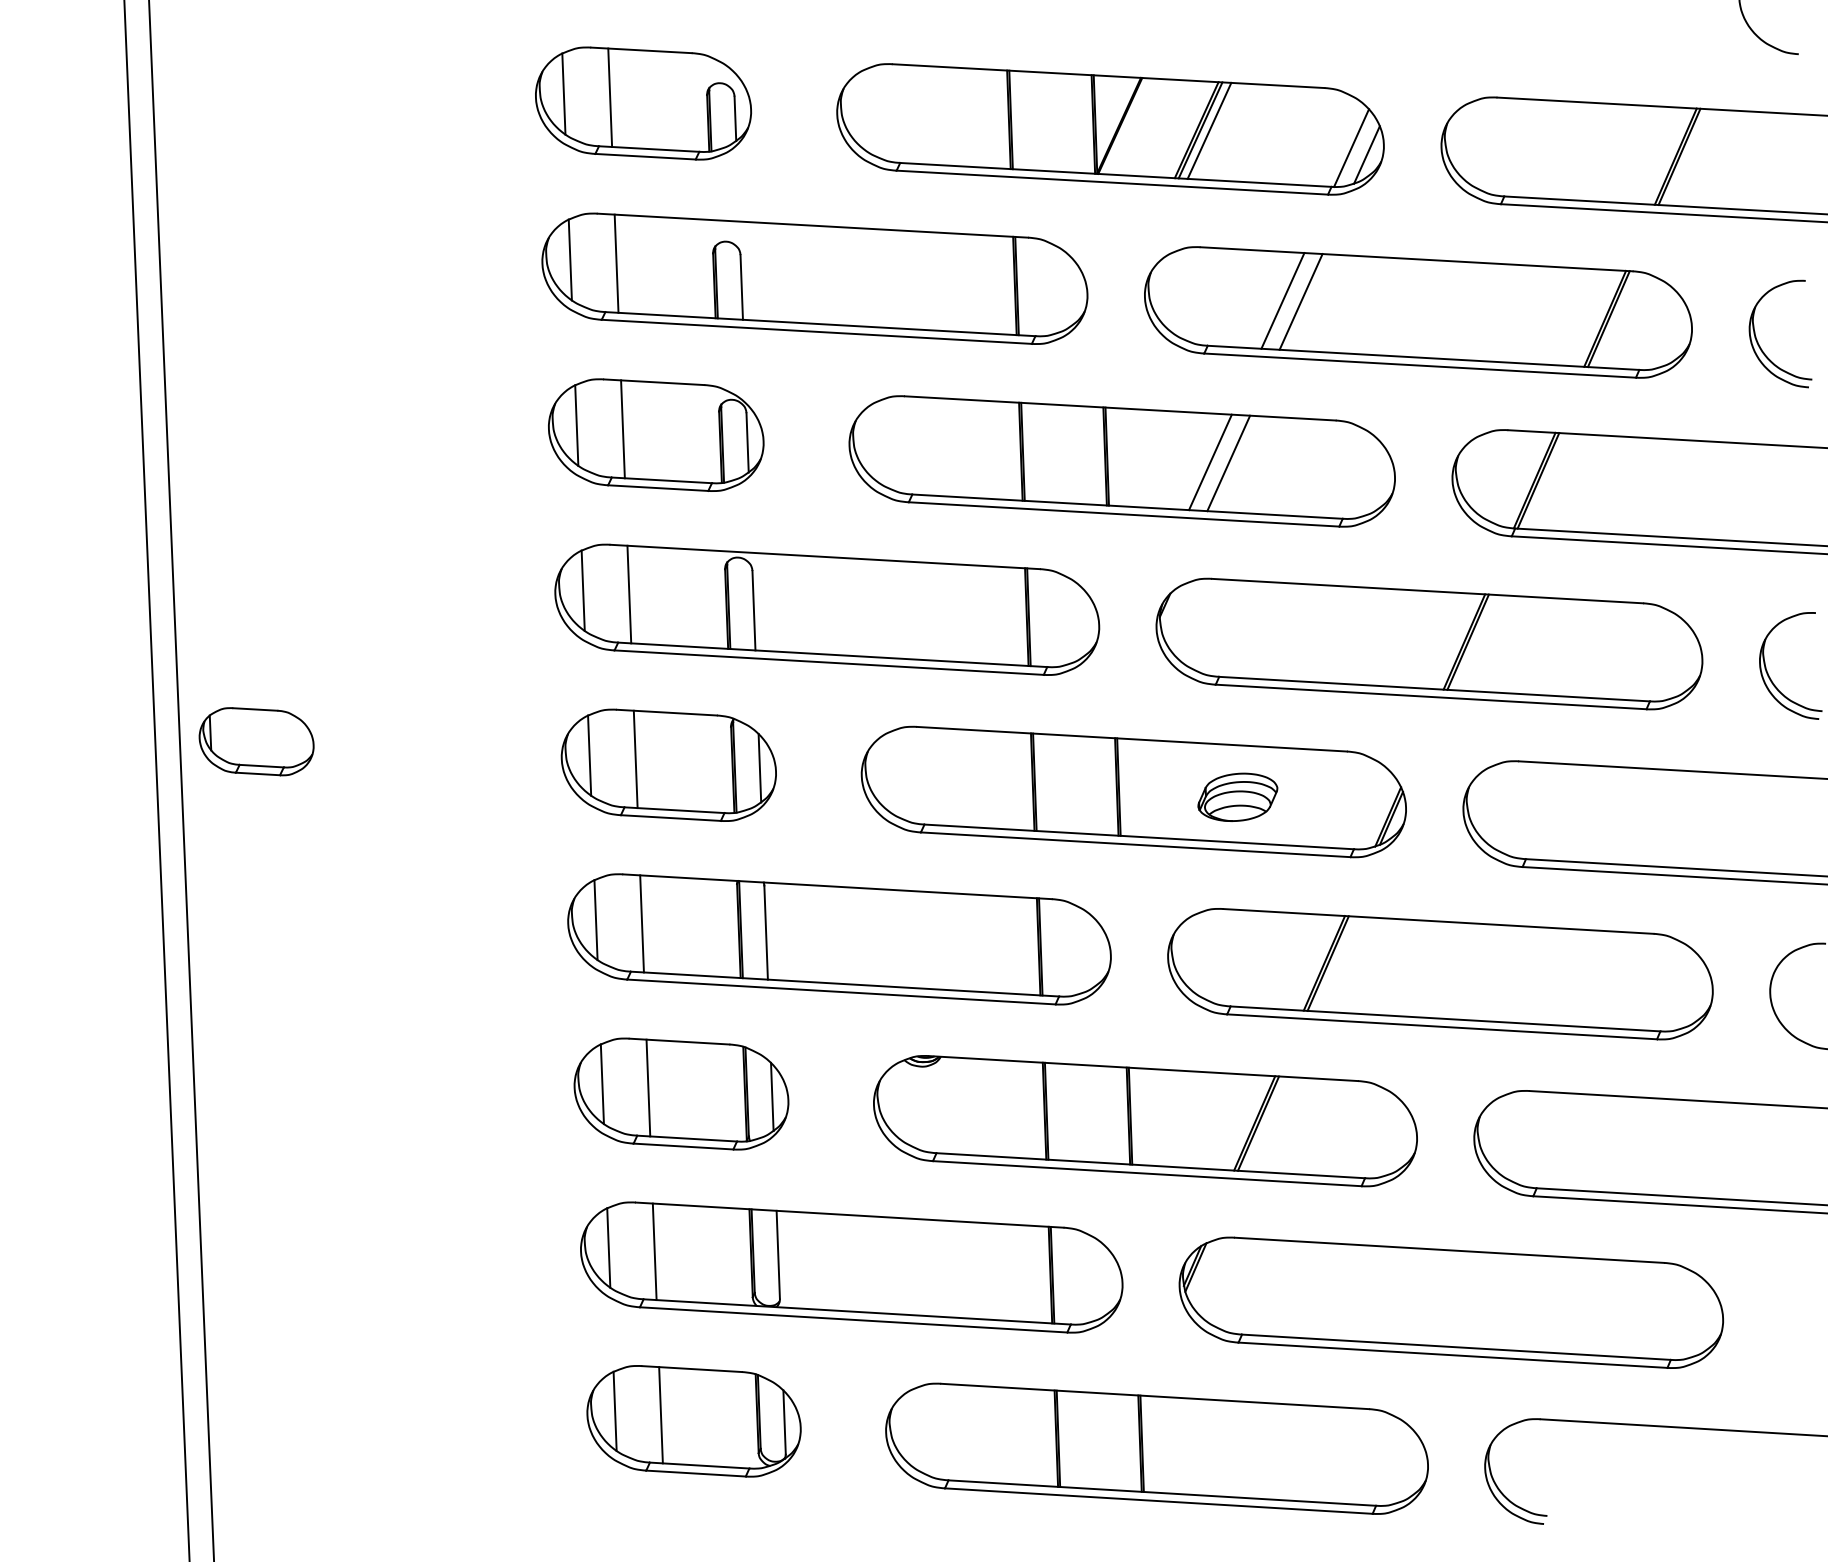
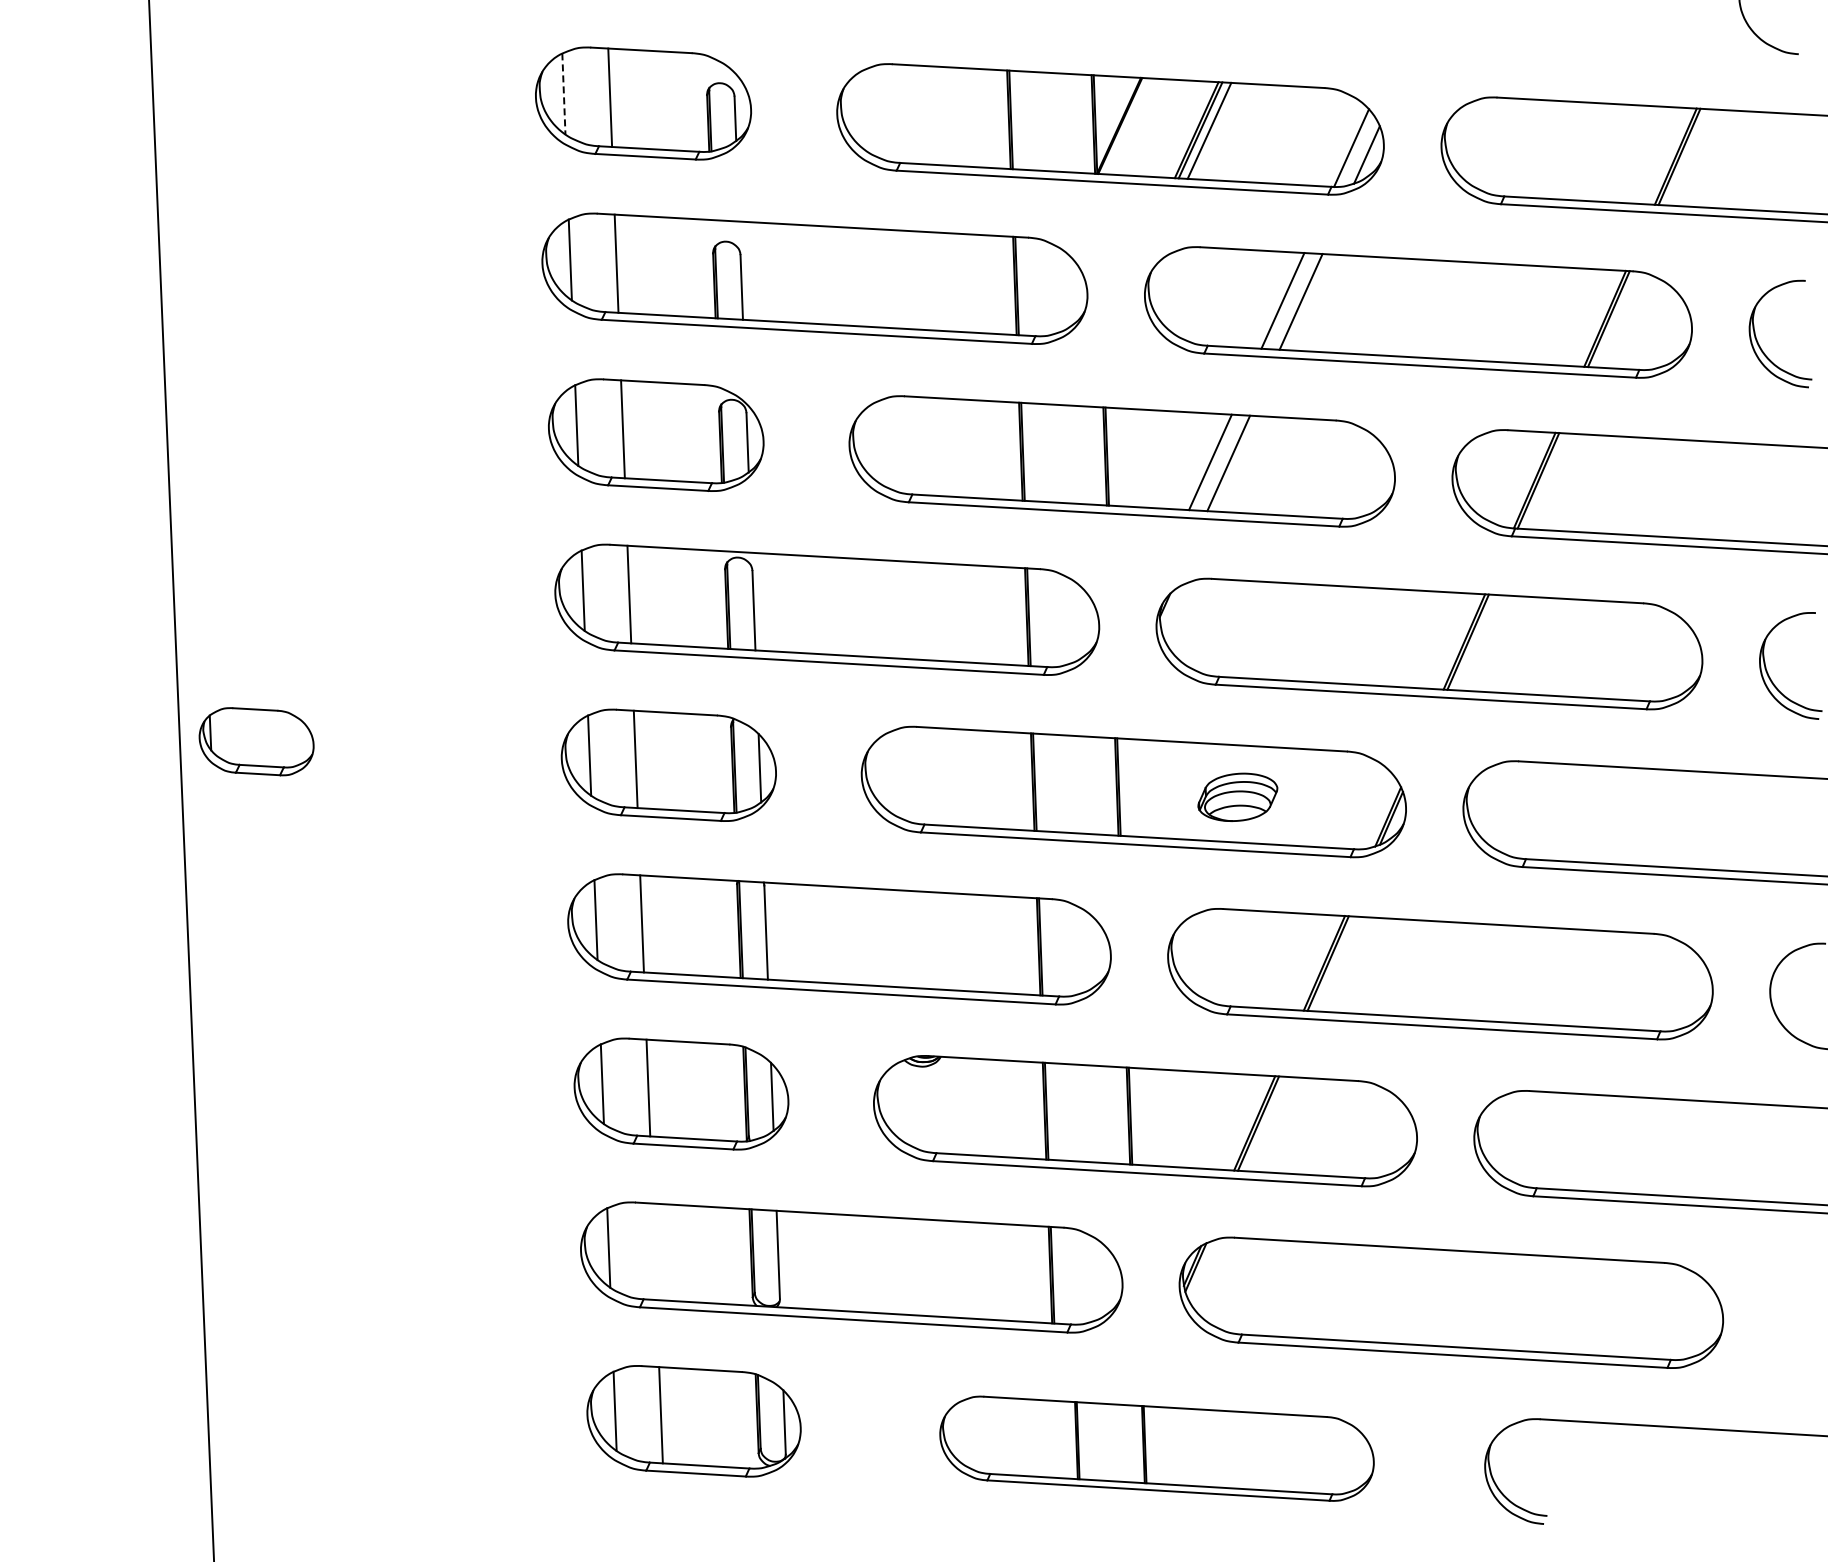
line at (563, 94): solid -> dashed
line at (156, 780): present -> none
line at (654, 1251): present -> none
part at (1156, 1448) size: 544x133 px -> 436x107 px
